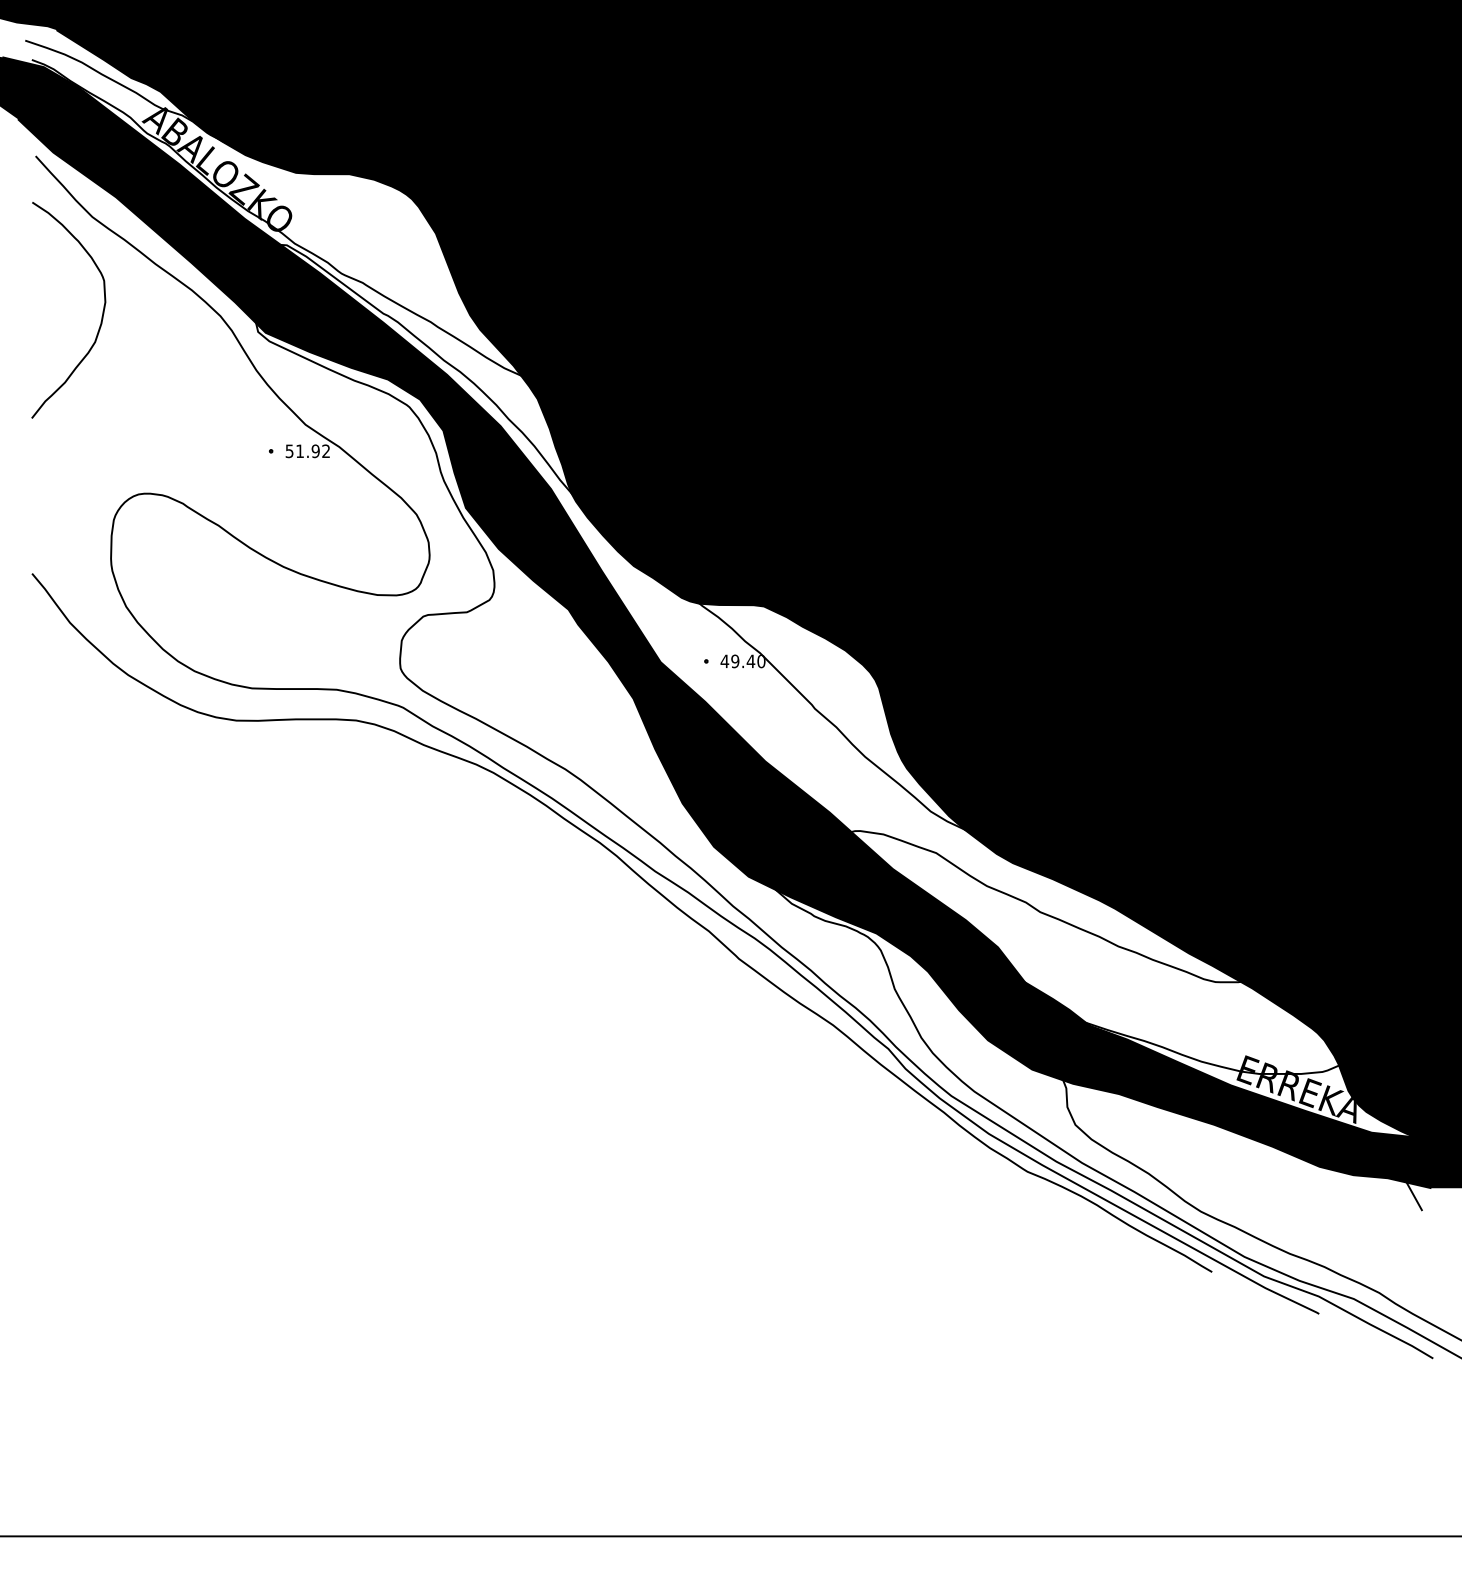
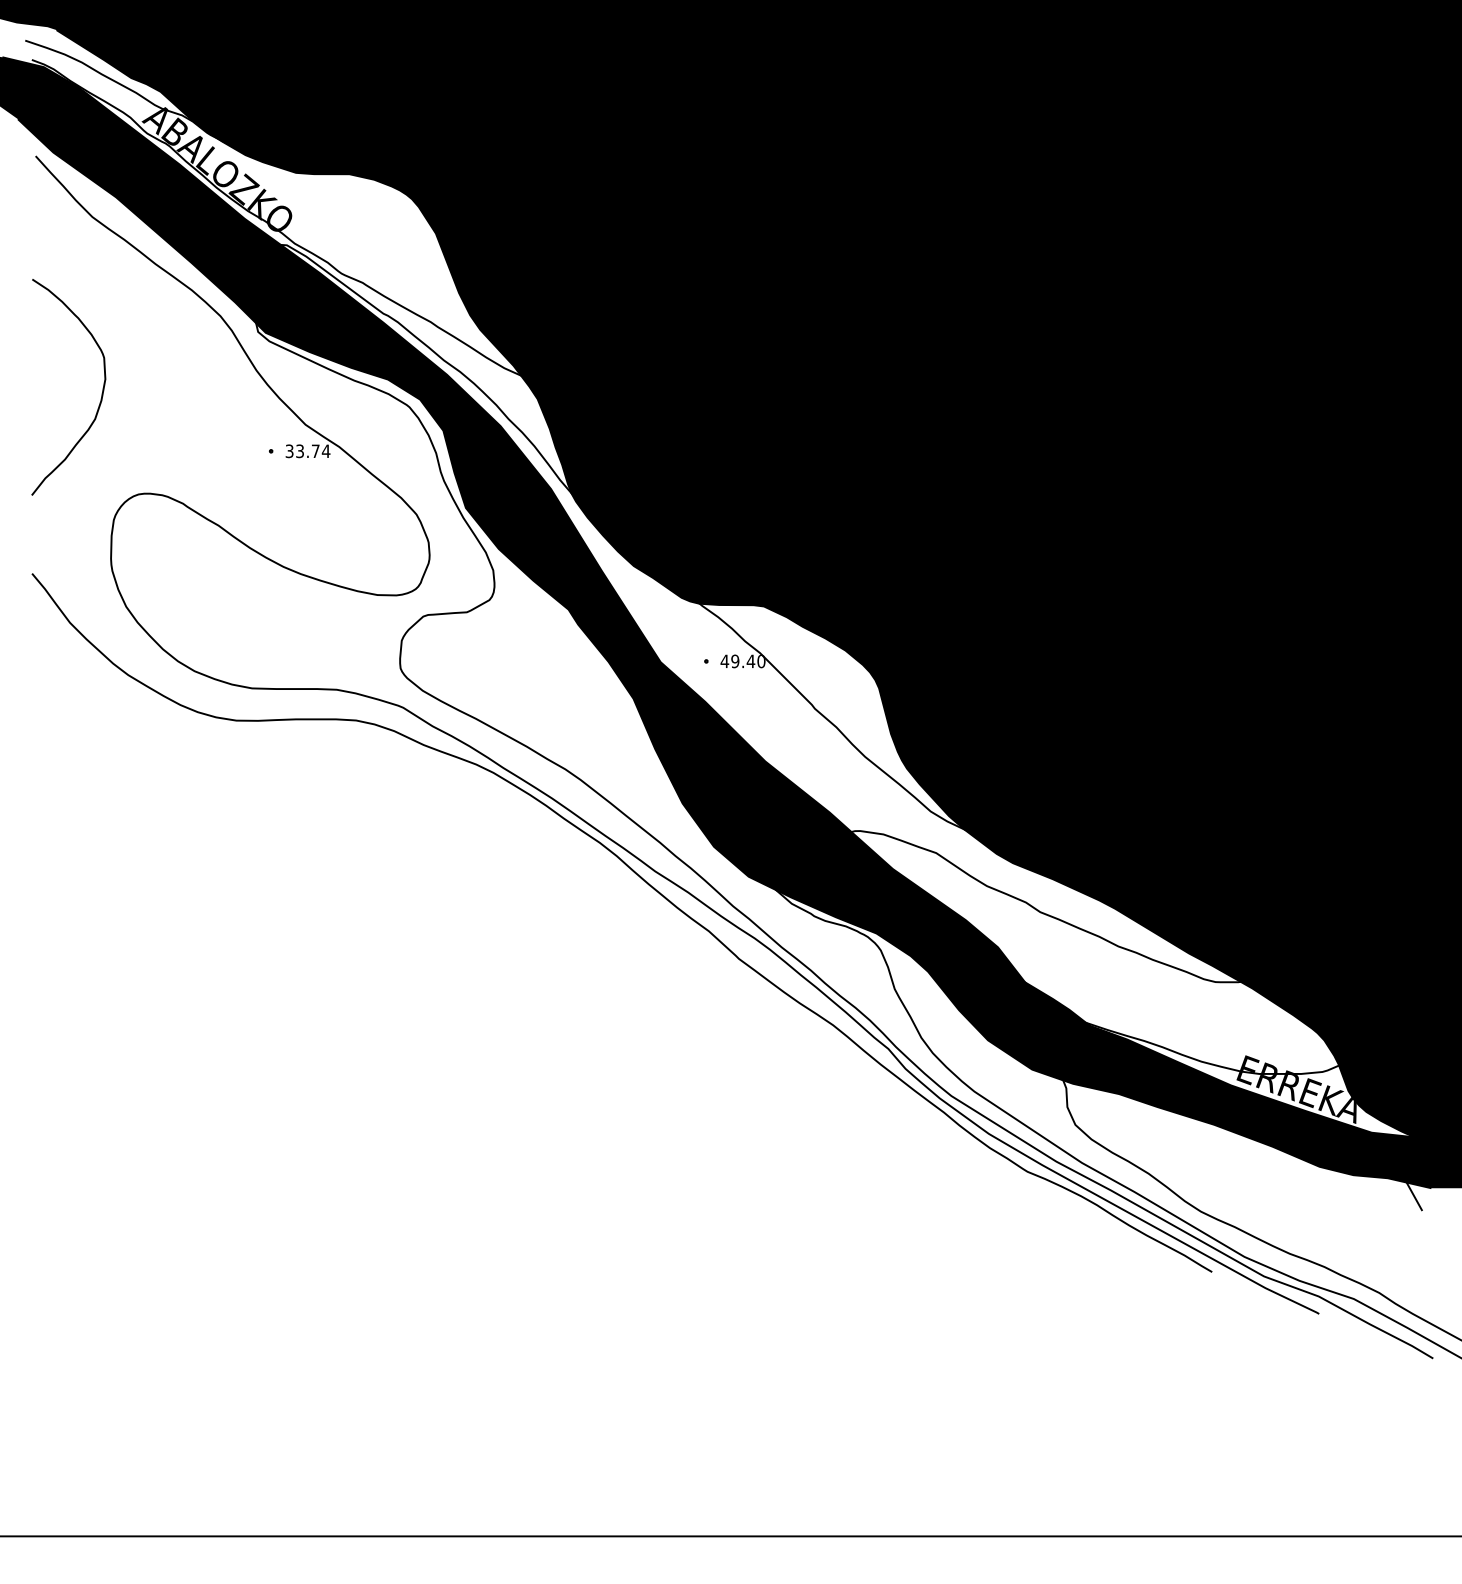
curve at (101, 316) position: (101, 316) -> (101, 393)
text at (308, 451): 51.92 -> 33.74
